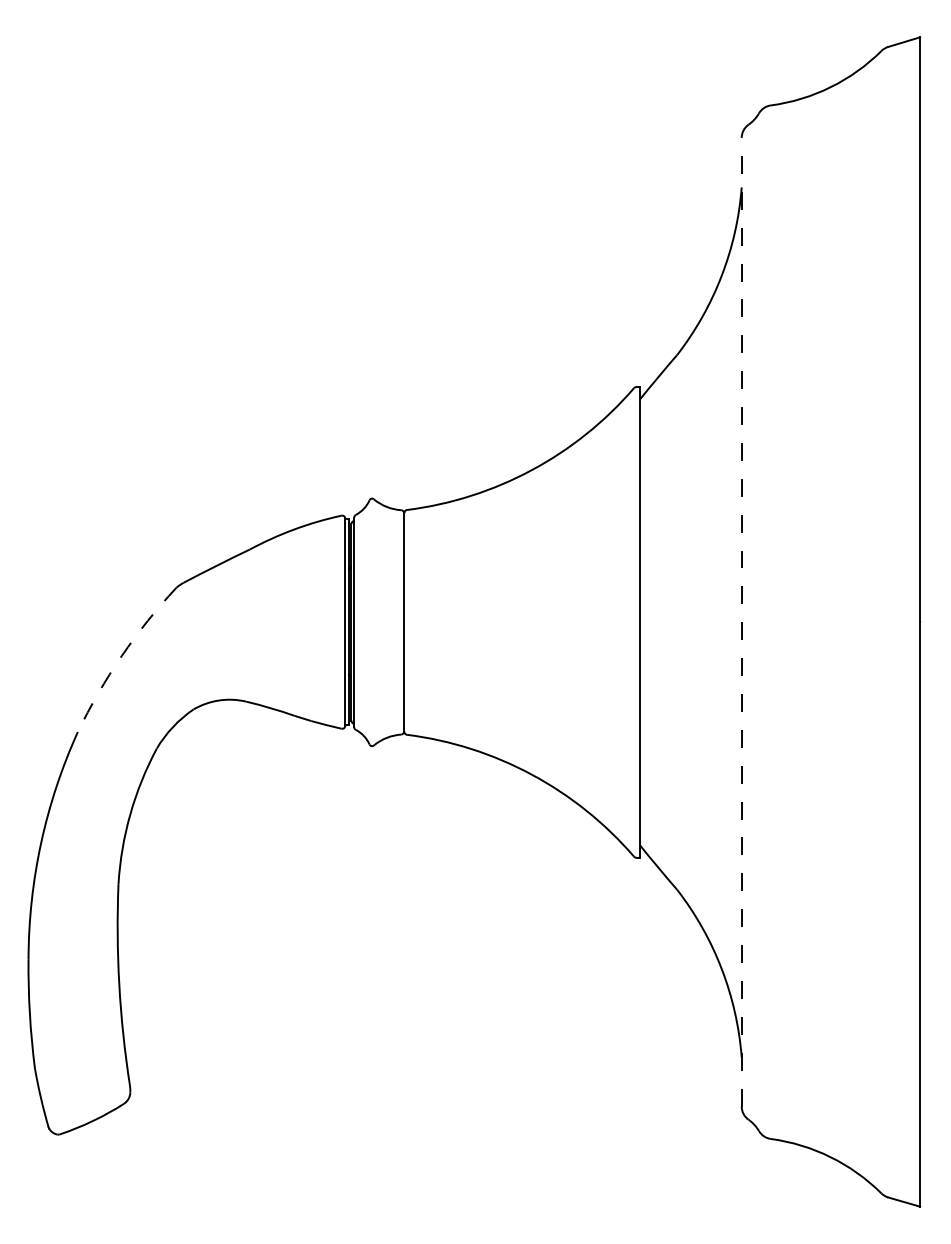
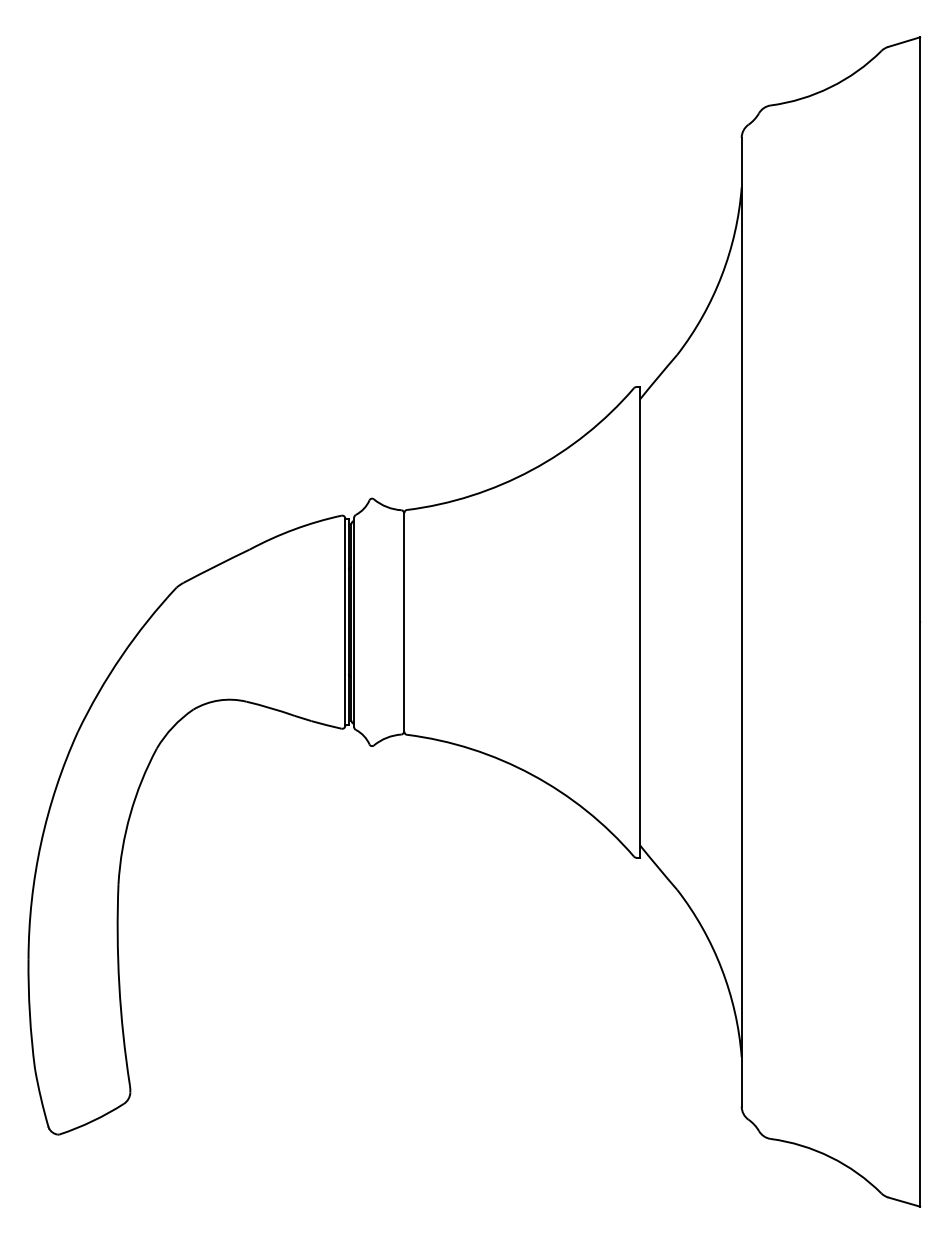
line at (741, 621): dashed -> solid
arc at (121, 656): dashed -> solid
